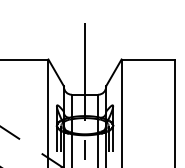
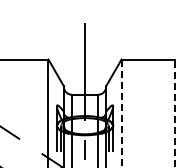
line at (121, 113): solid -> dashed
line at (174, 113): solid -> dashed
